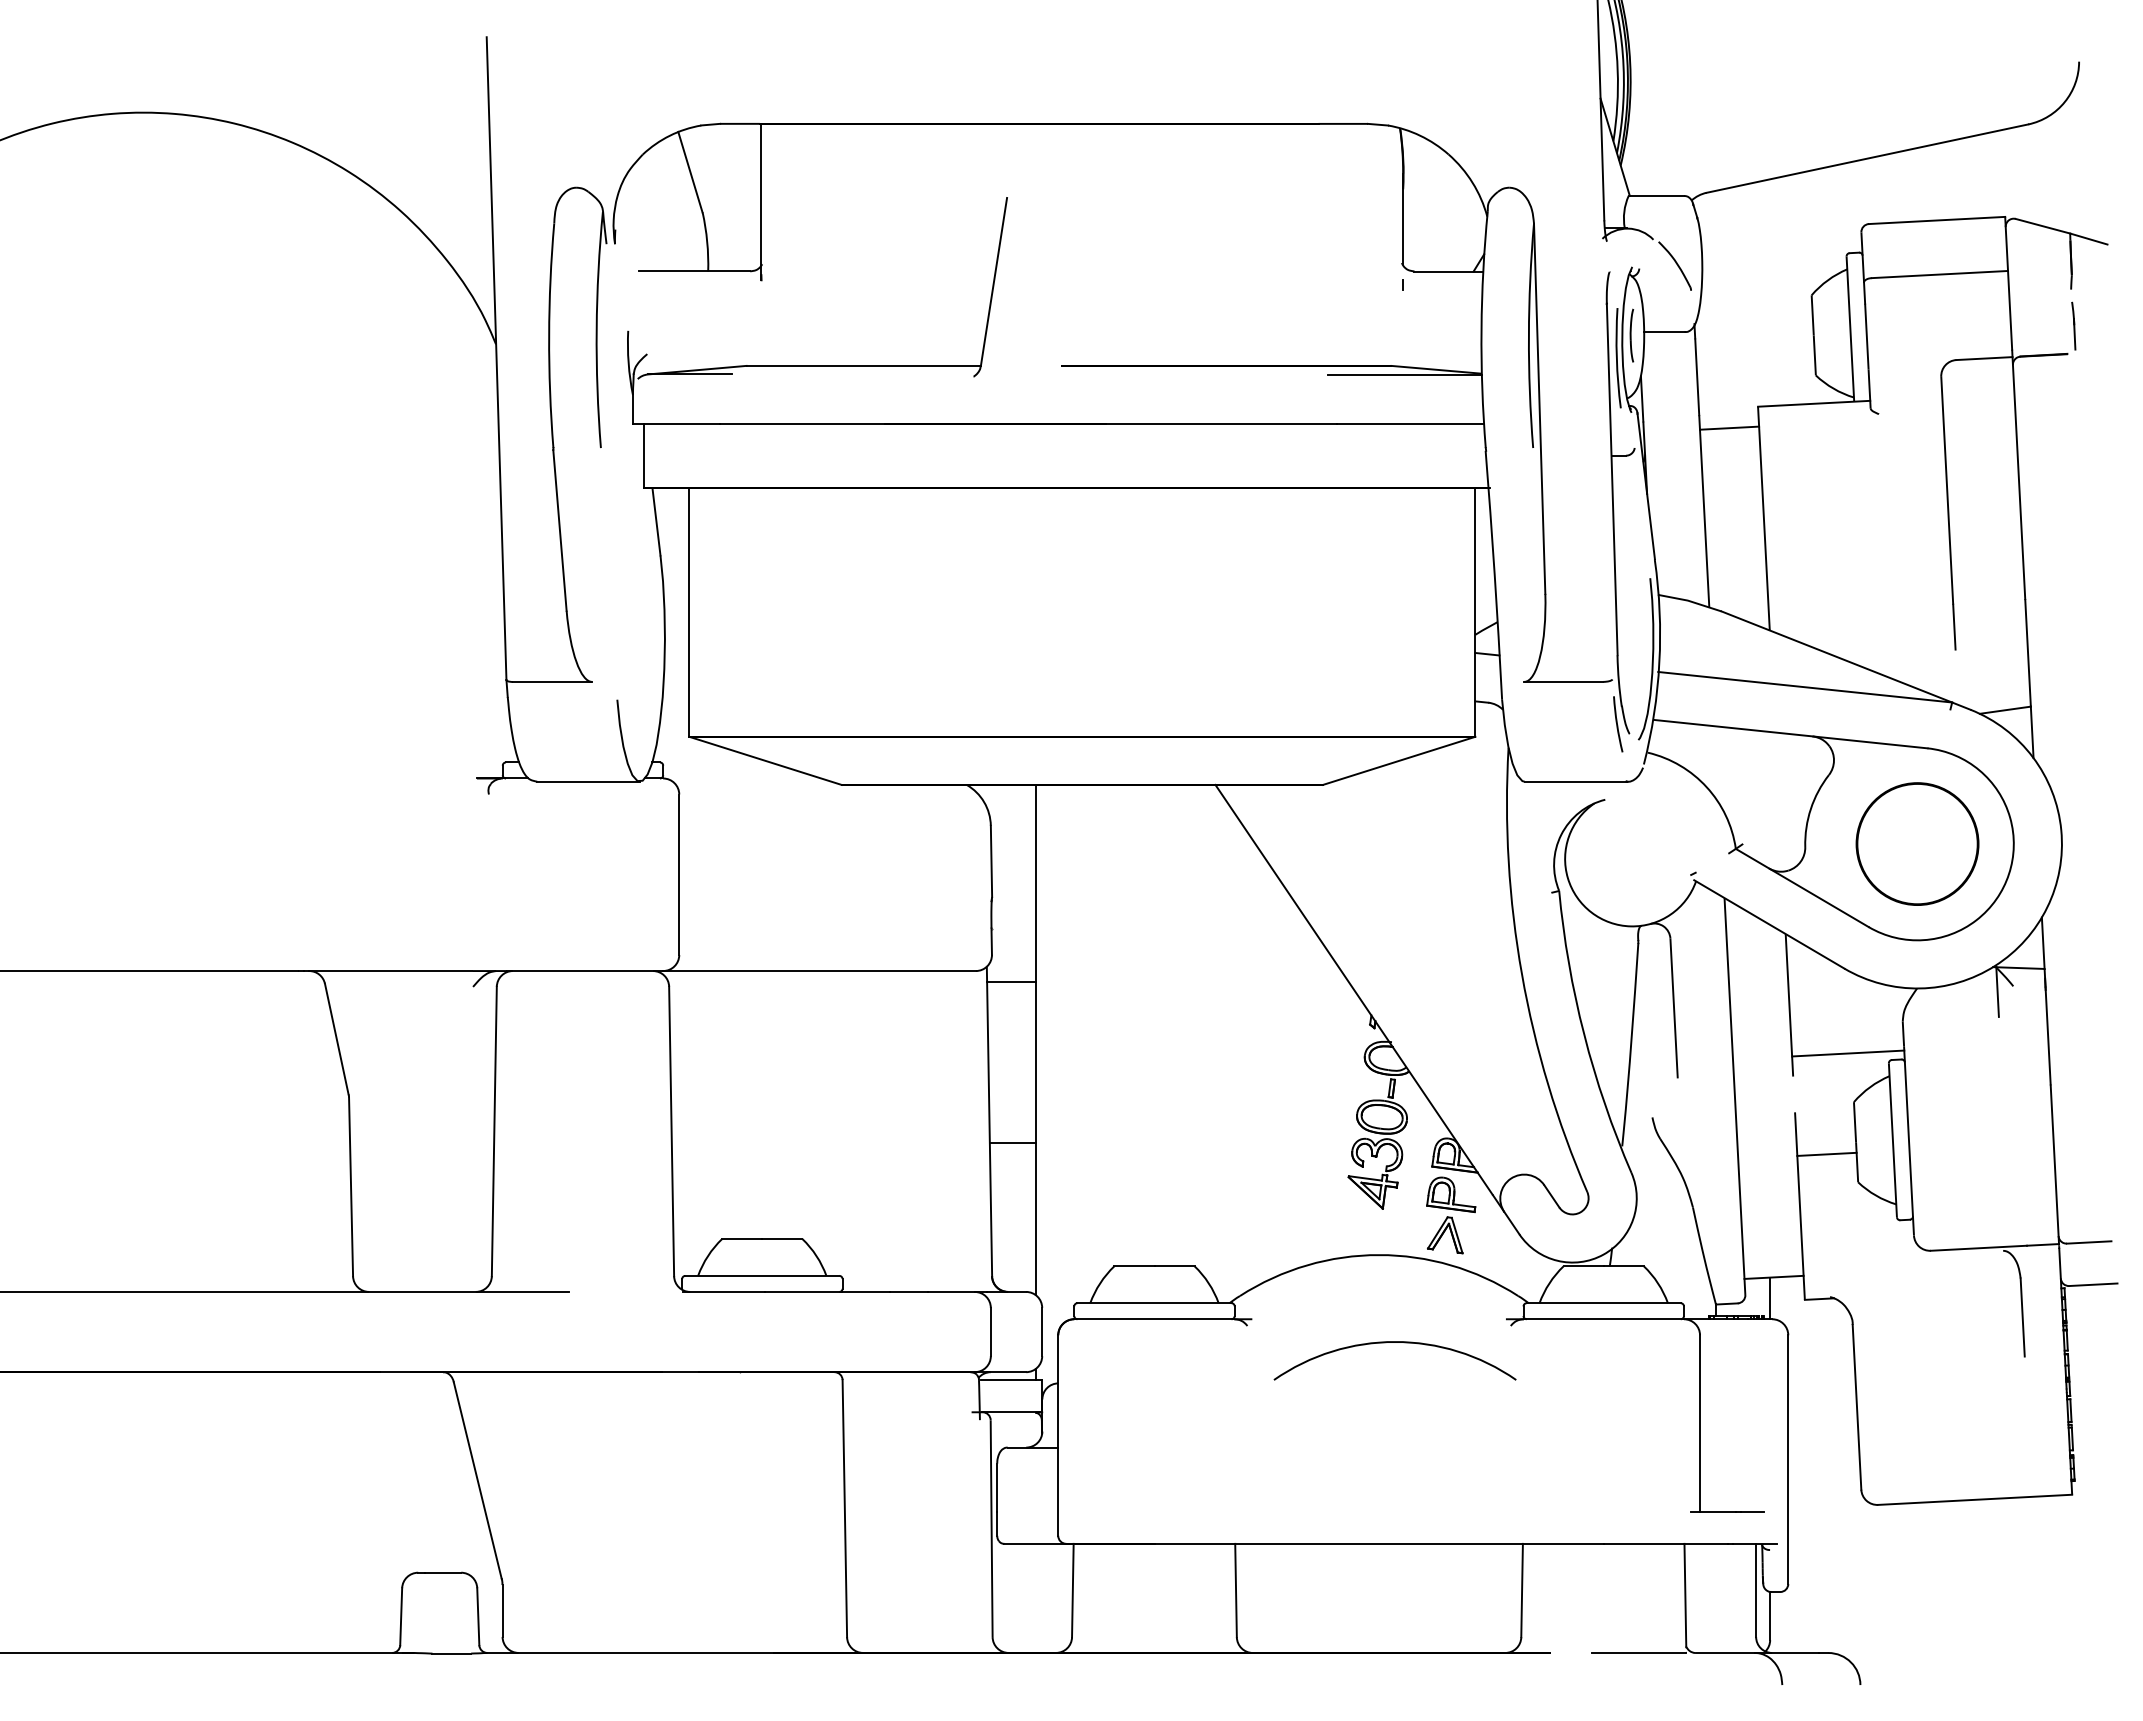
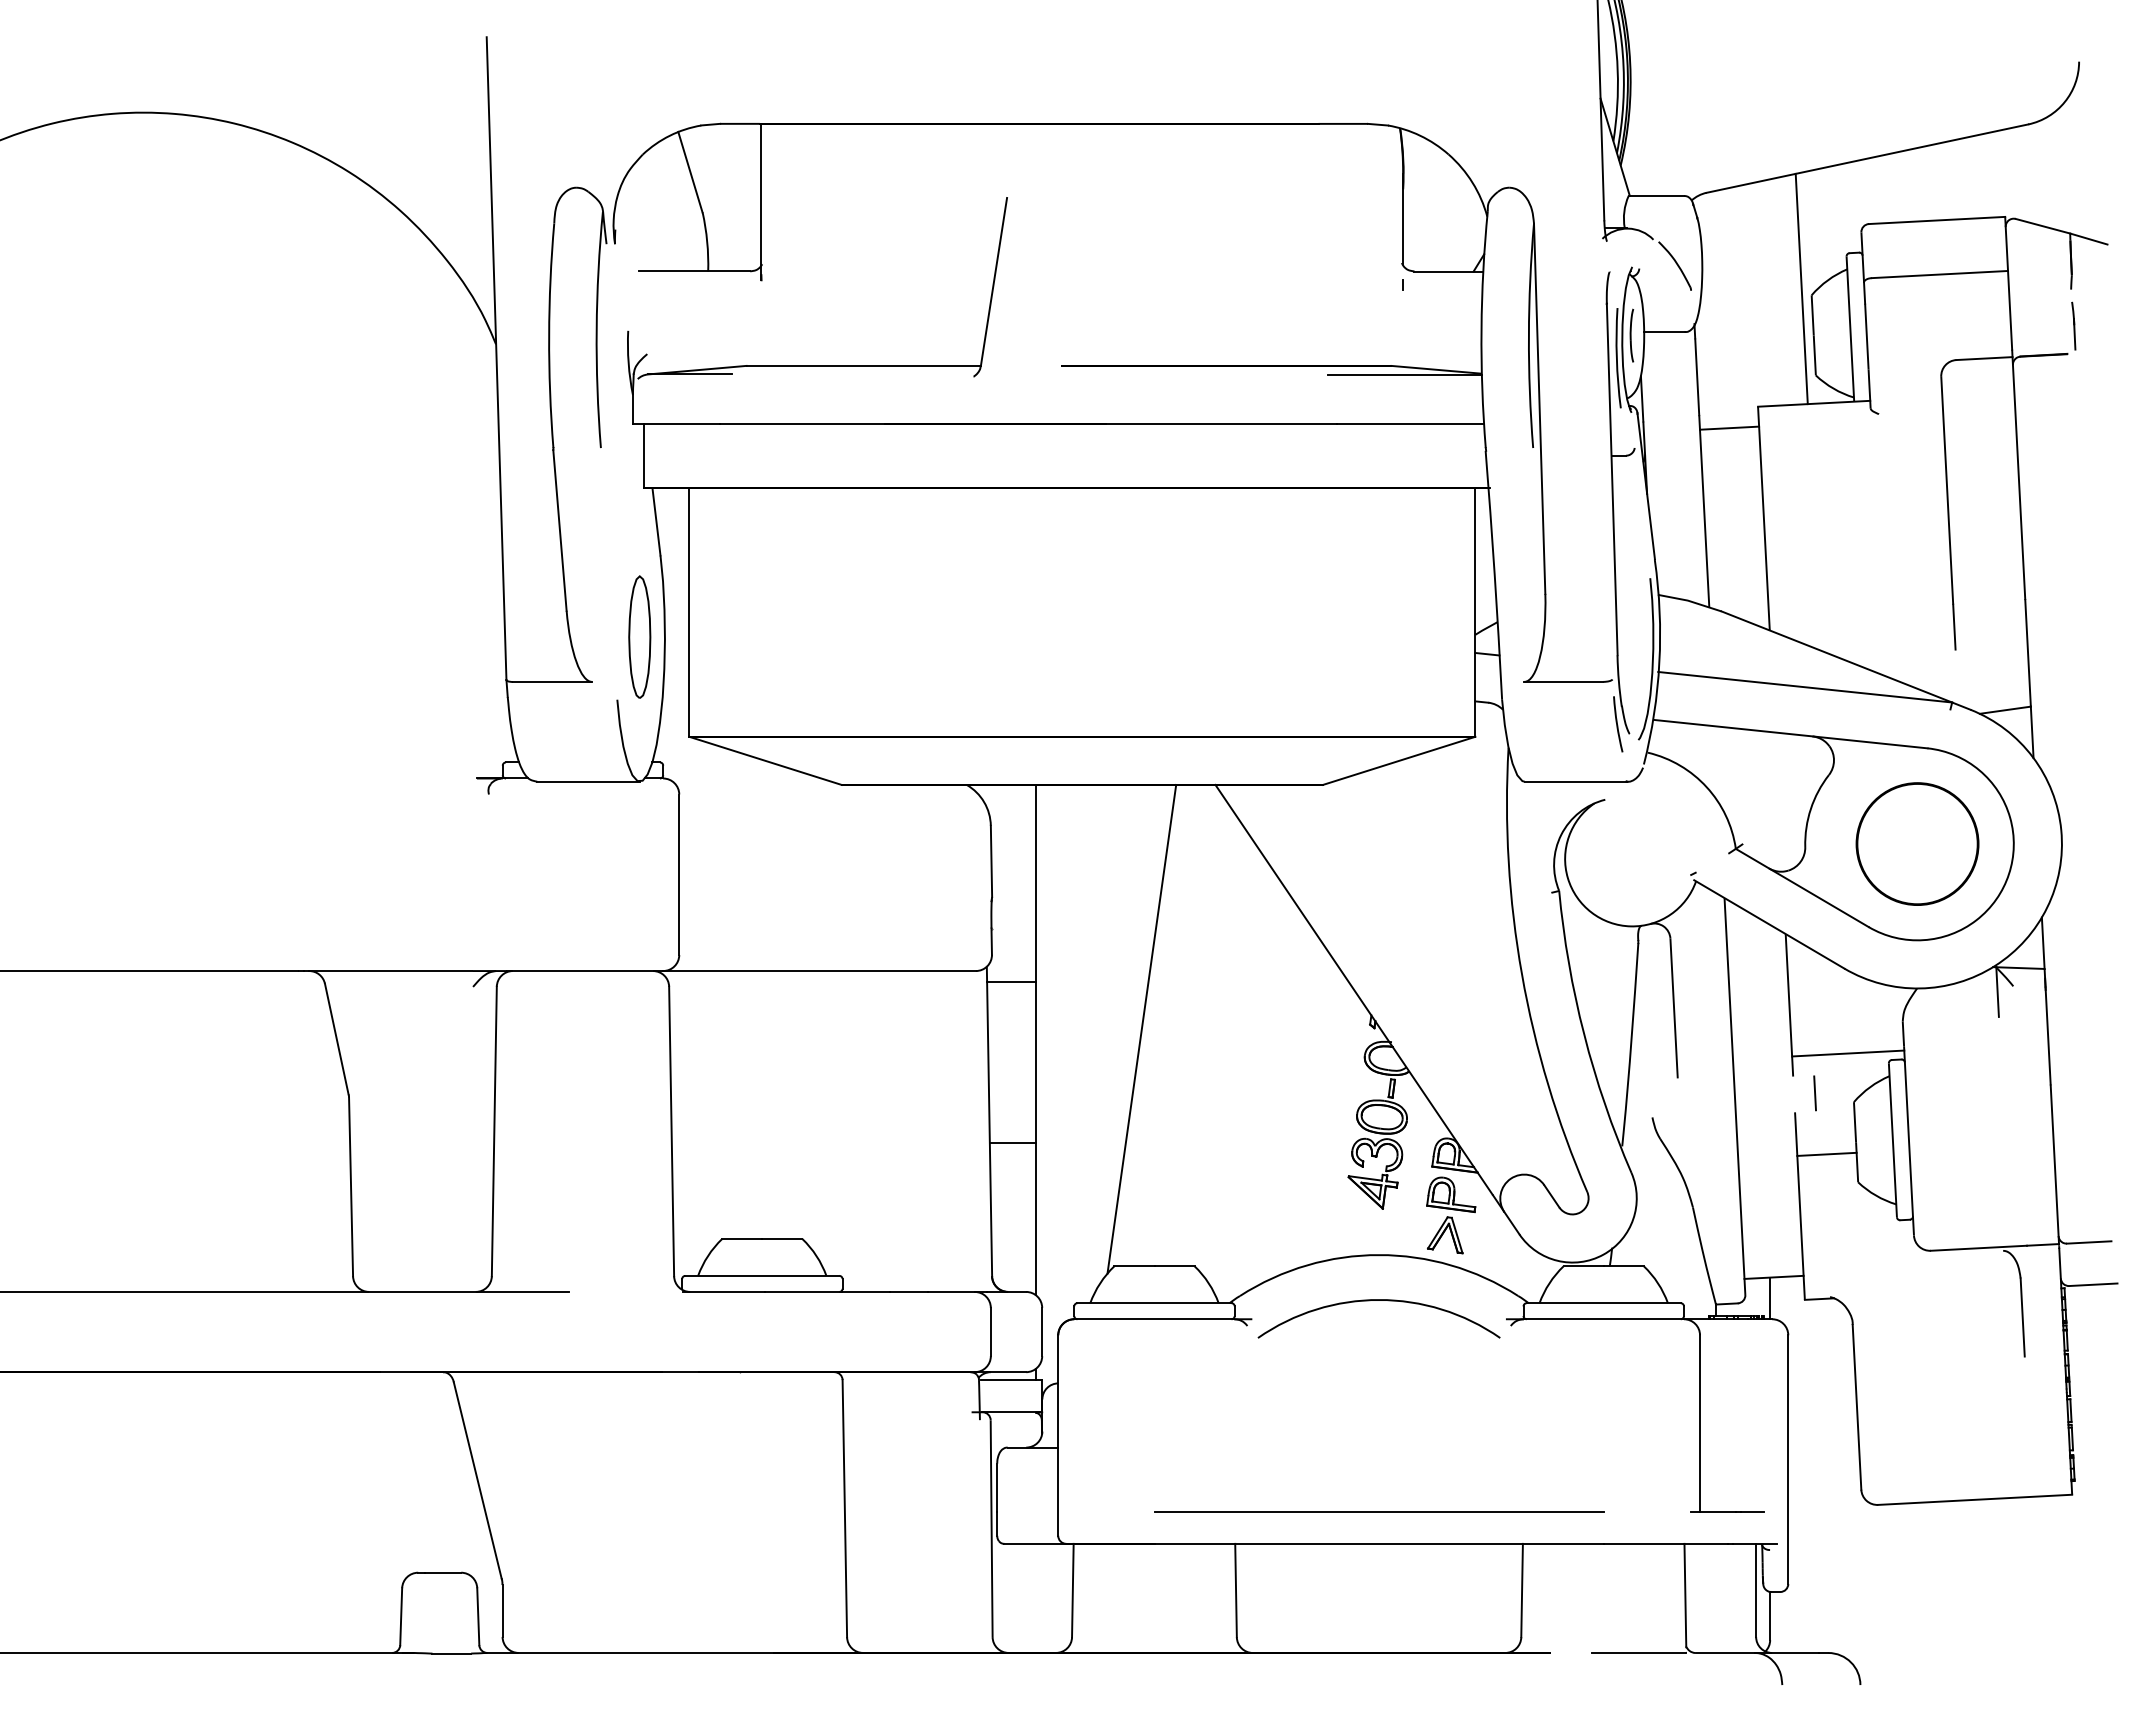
line at (1801, 288): none -> present
part at (639, 636): none -> present
line at (1141, 1028): none -> present
line at (1814, 1093): none -> present
arc at (1394, 1342) position: (1394, 1342) -> (1378, 1300)
line at (1378, 1511): none -> present
